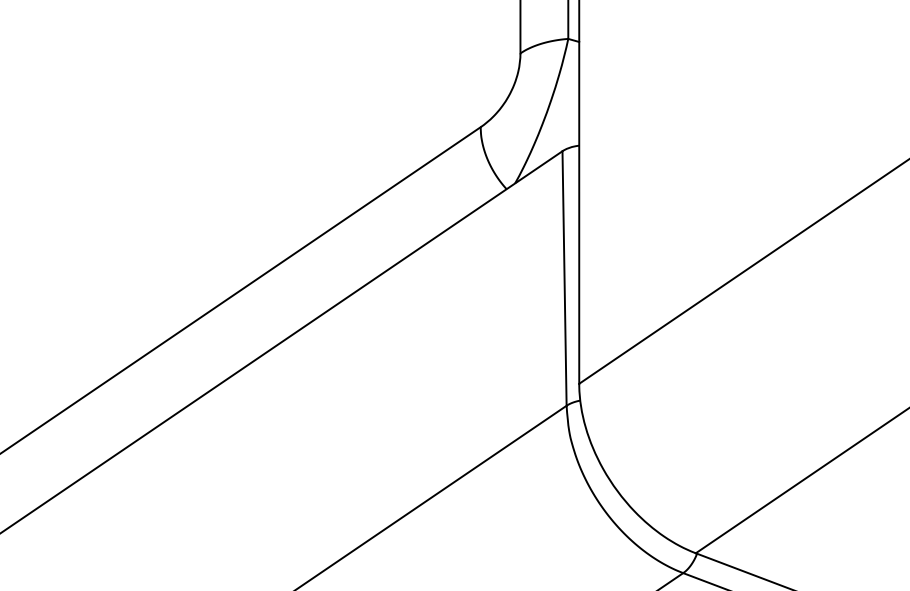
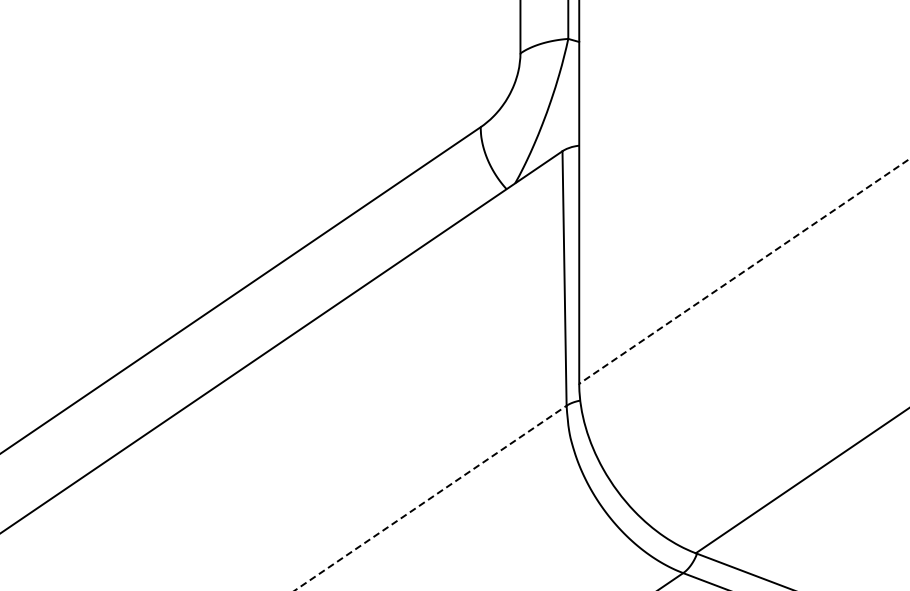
line at (744, 271): solid -> dashed
line at (431, 497): solid -> dashed
